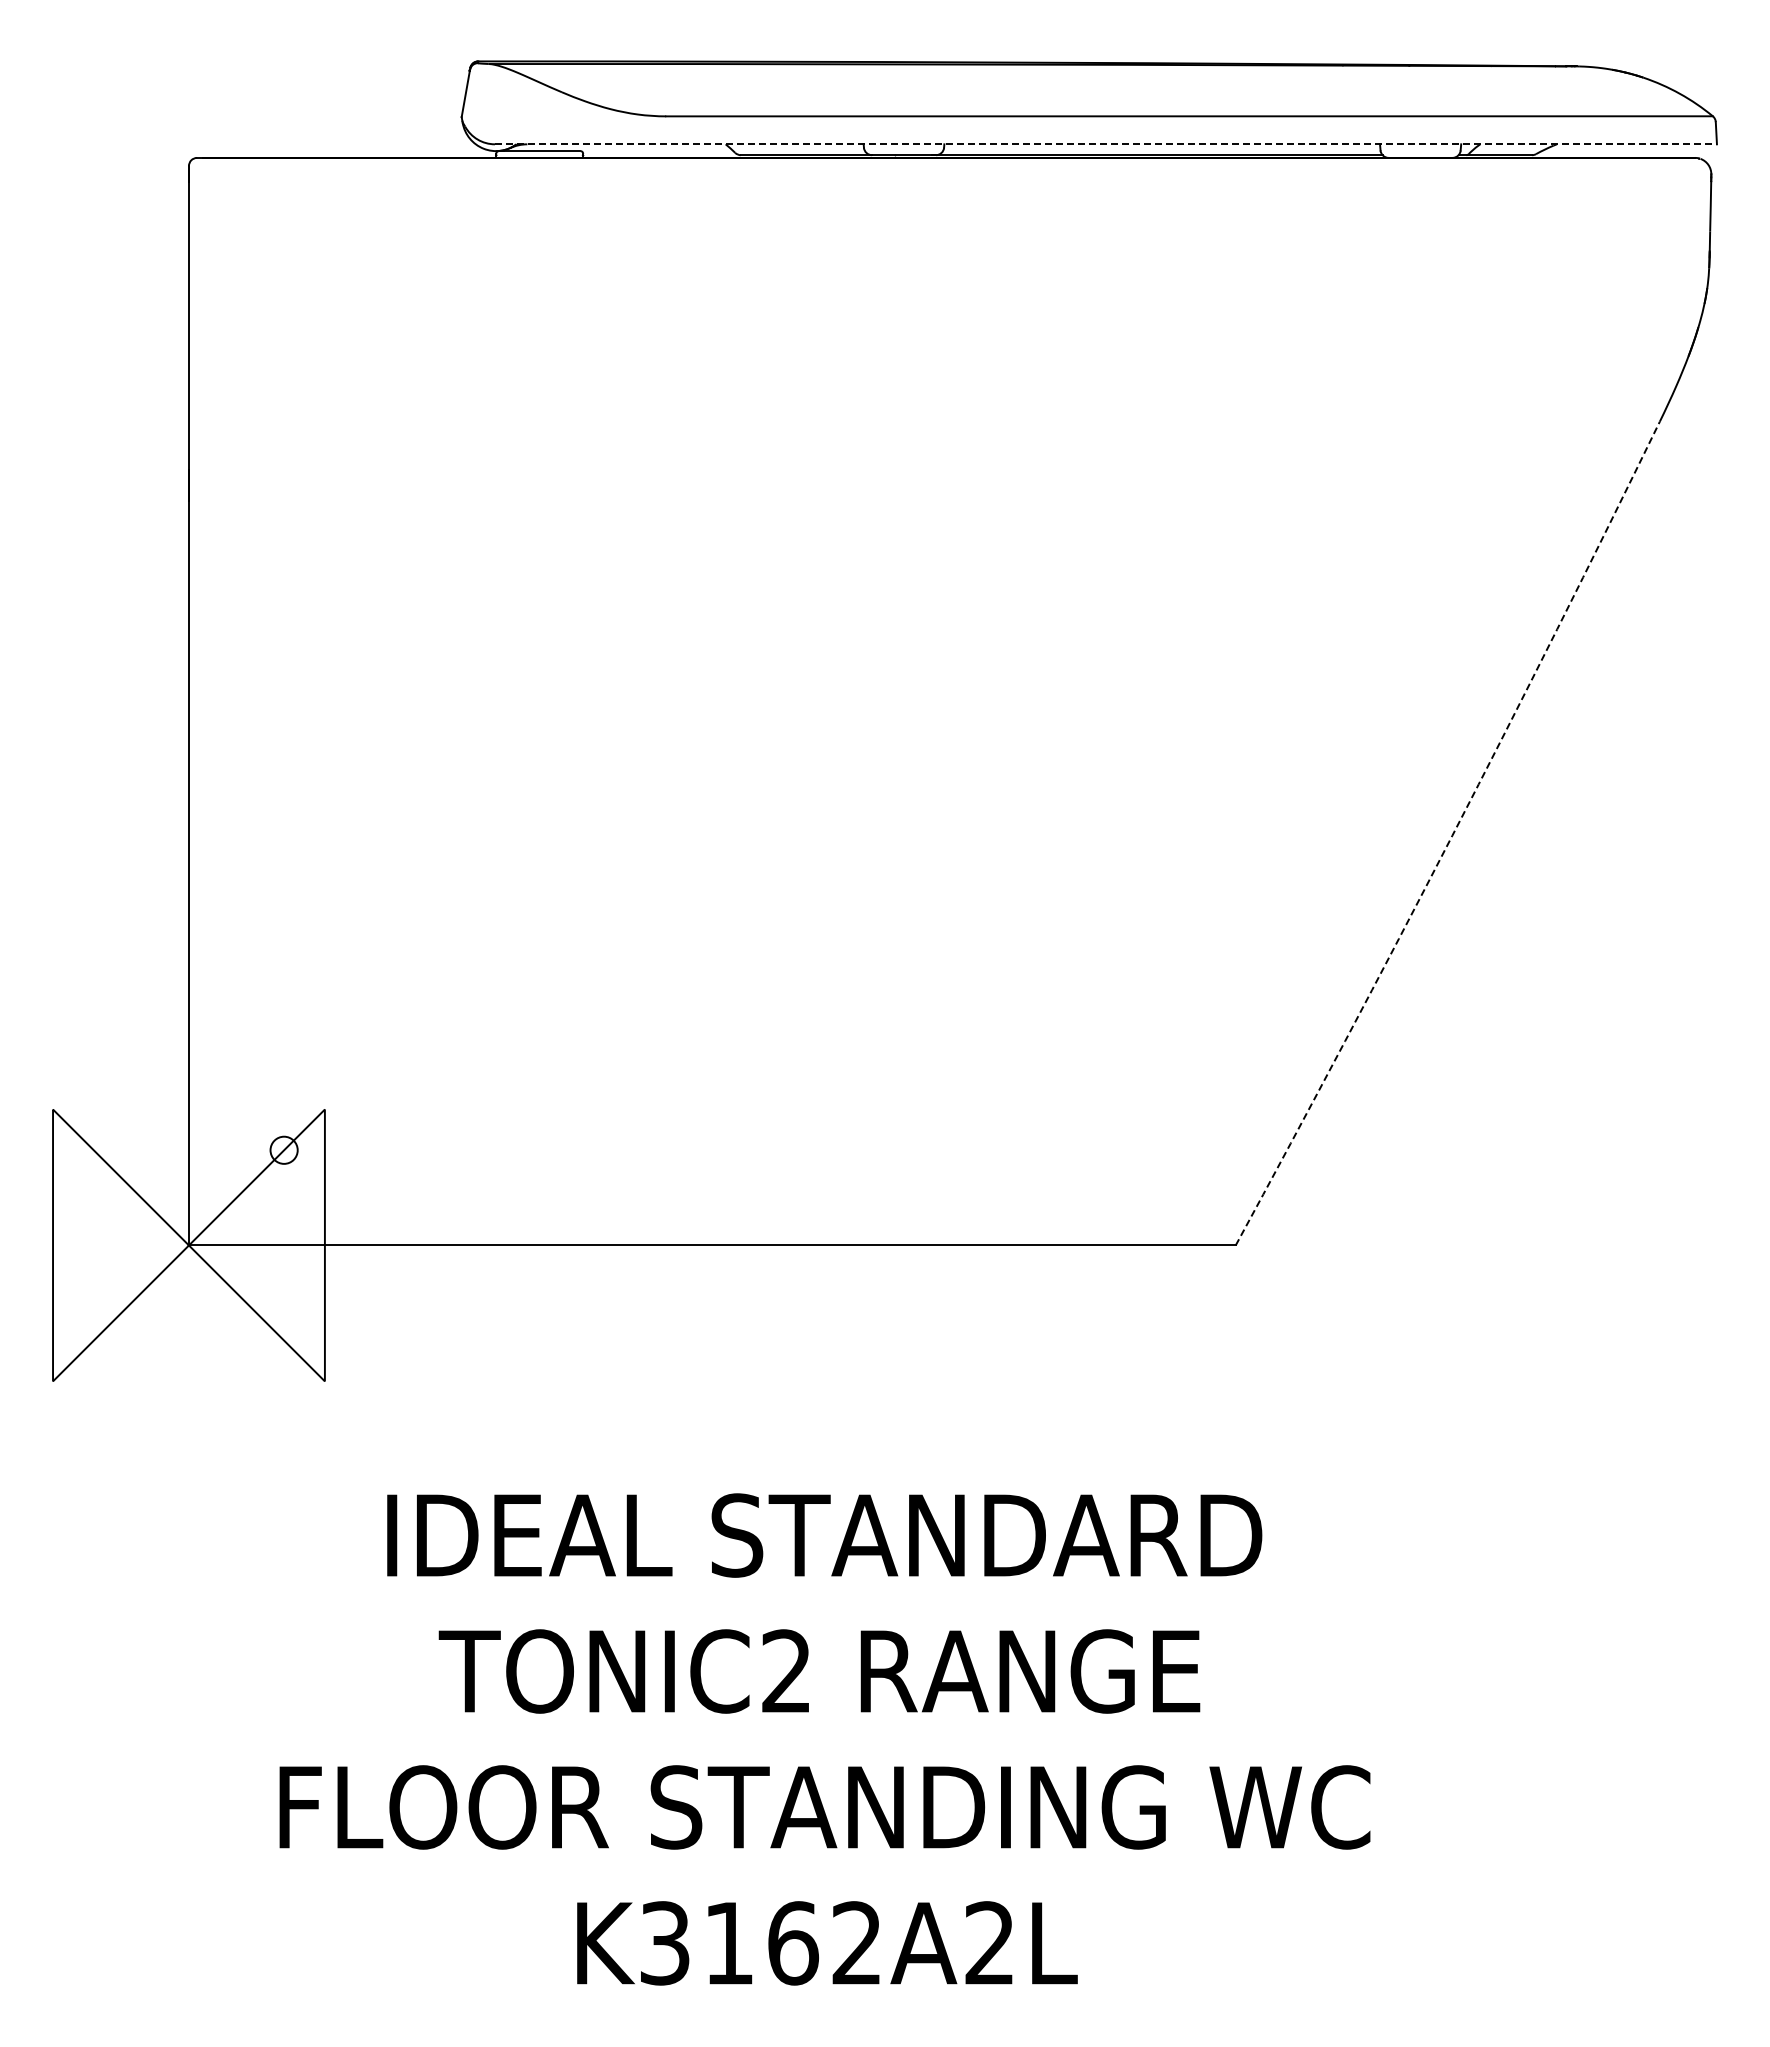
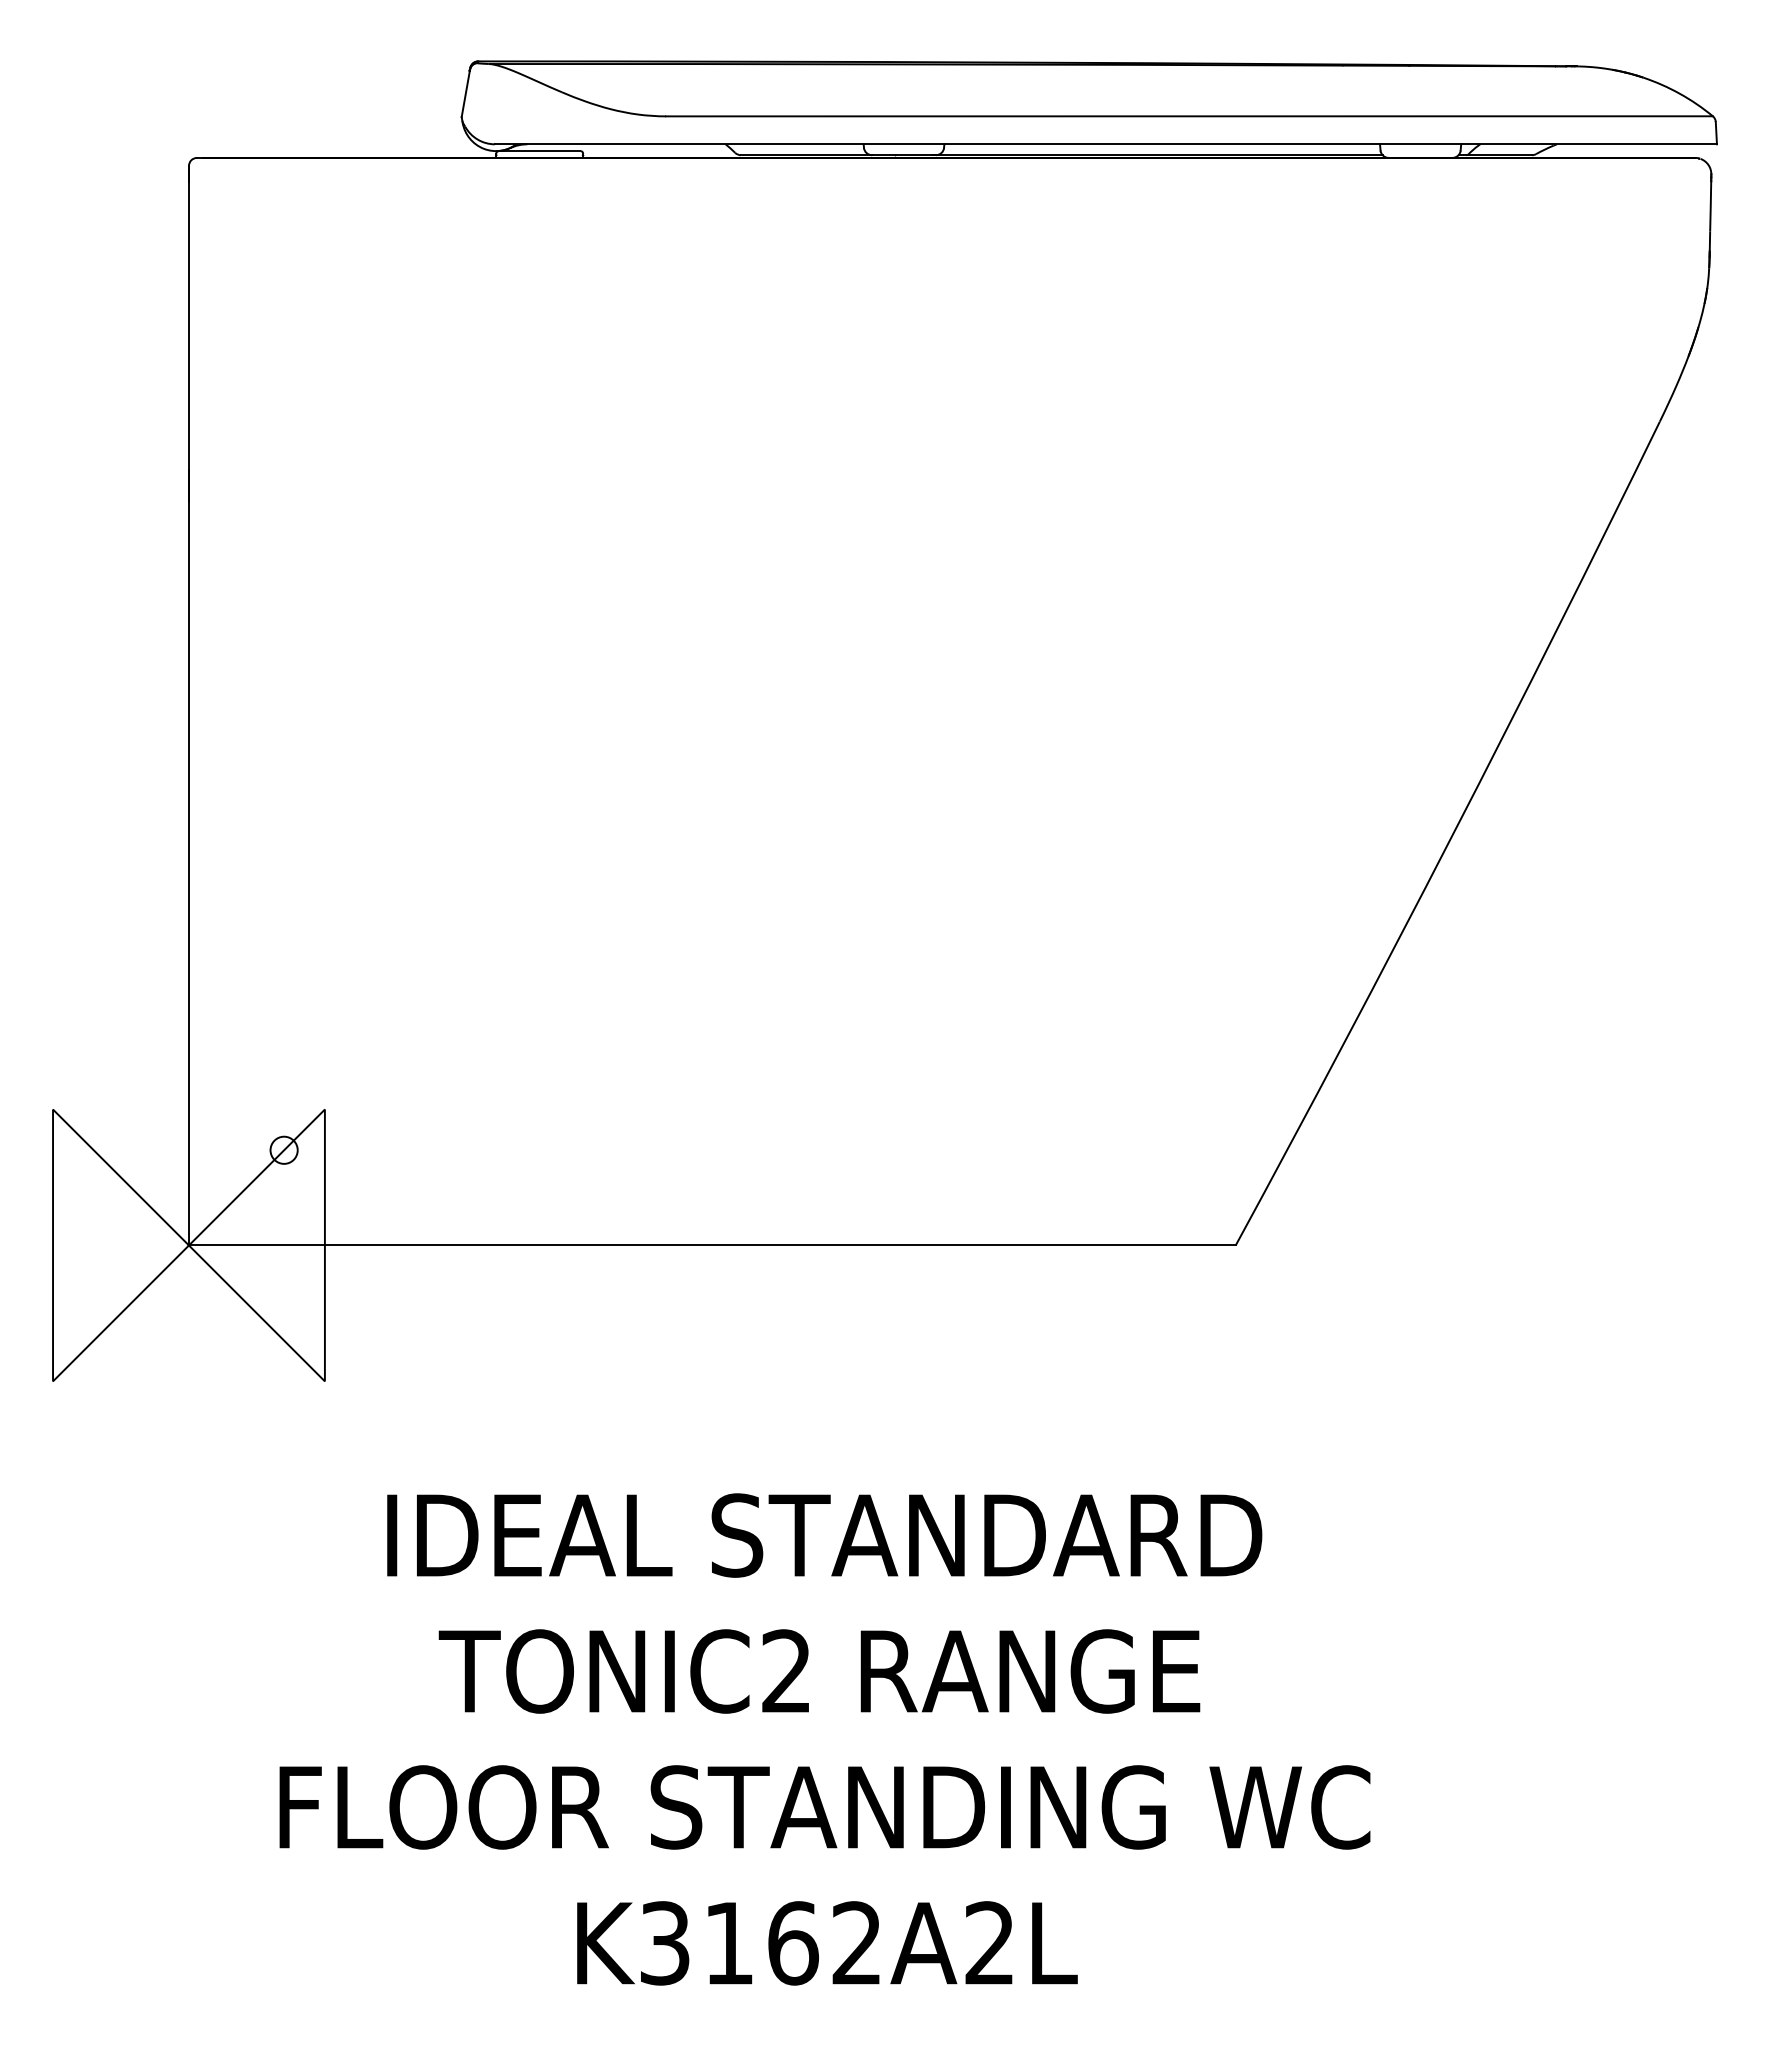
line at (1105, 144): dashed -> solid
arc at (1452, 835): dashed -> solid
